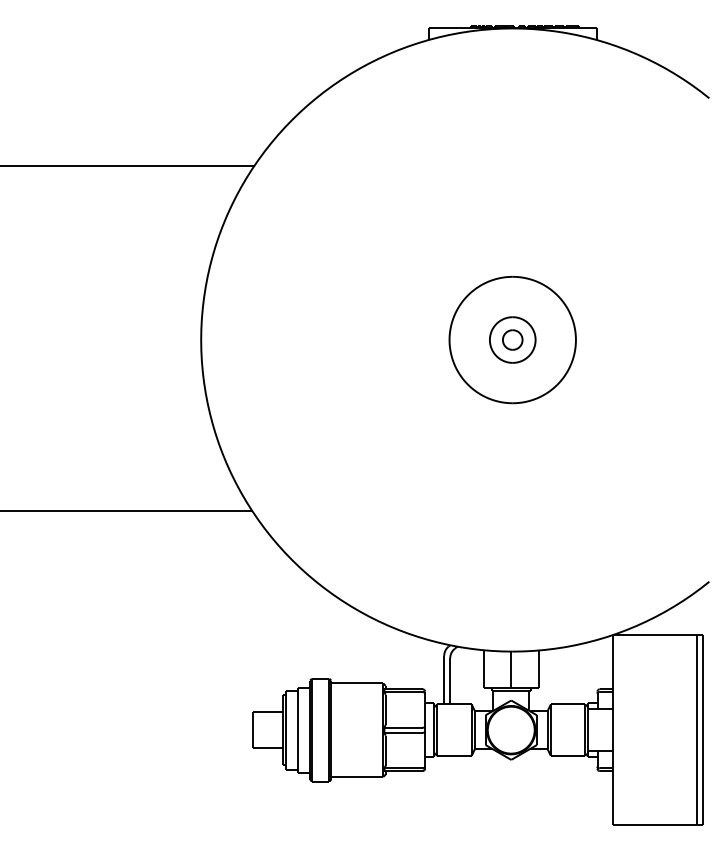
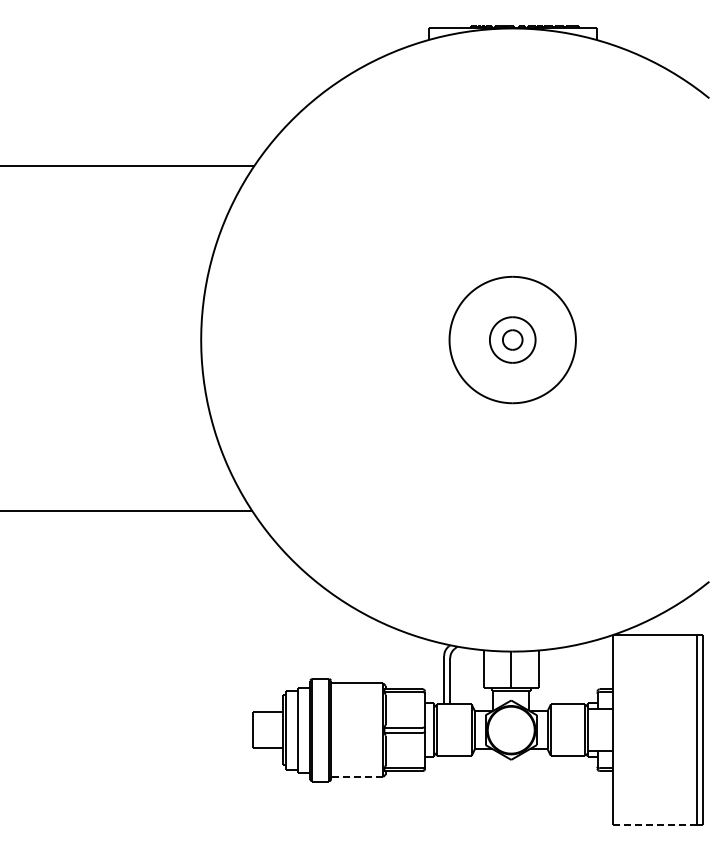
line at (357, 777): solid -> dashed
line at (654, 825): solid -> dashed
